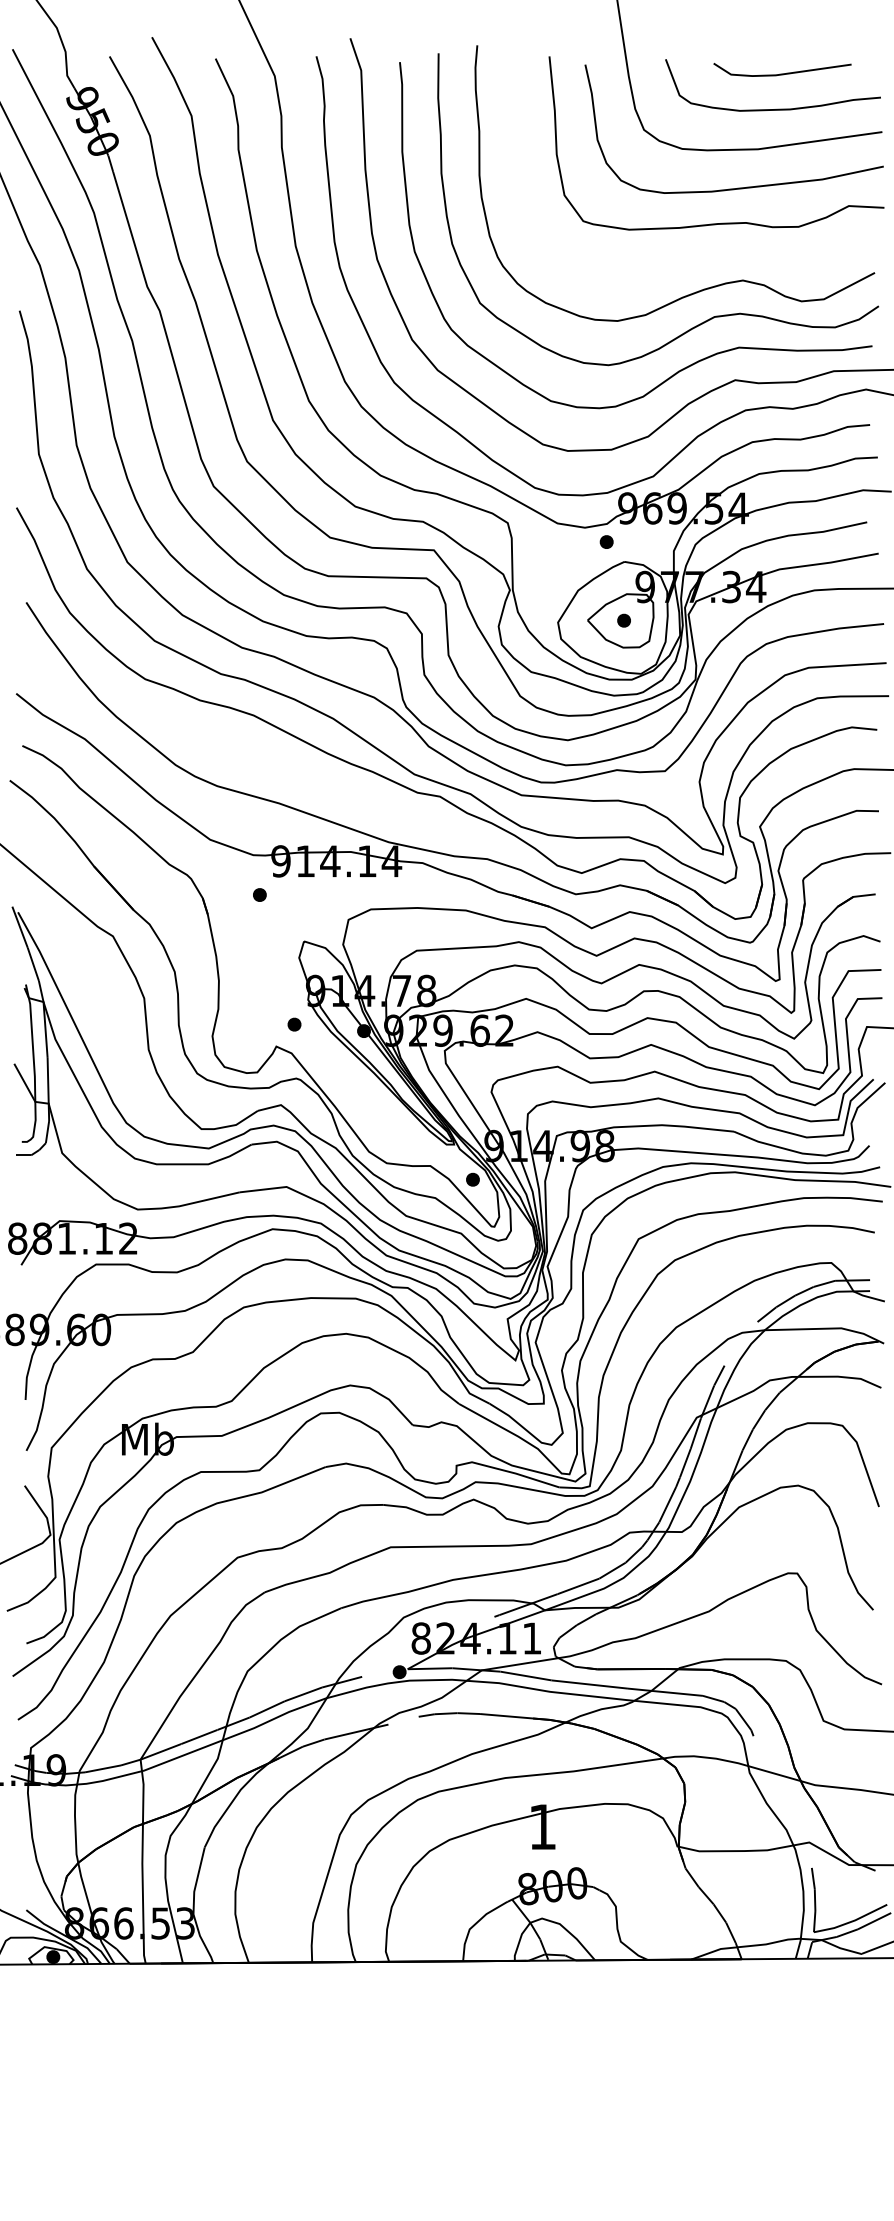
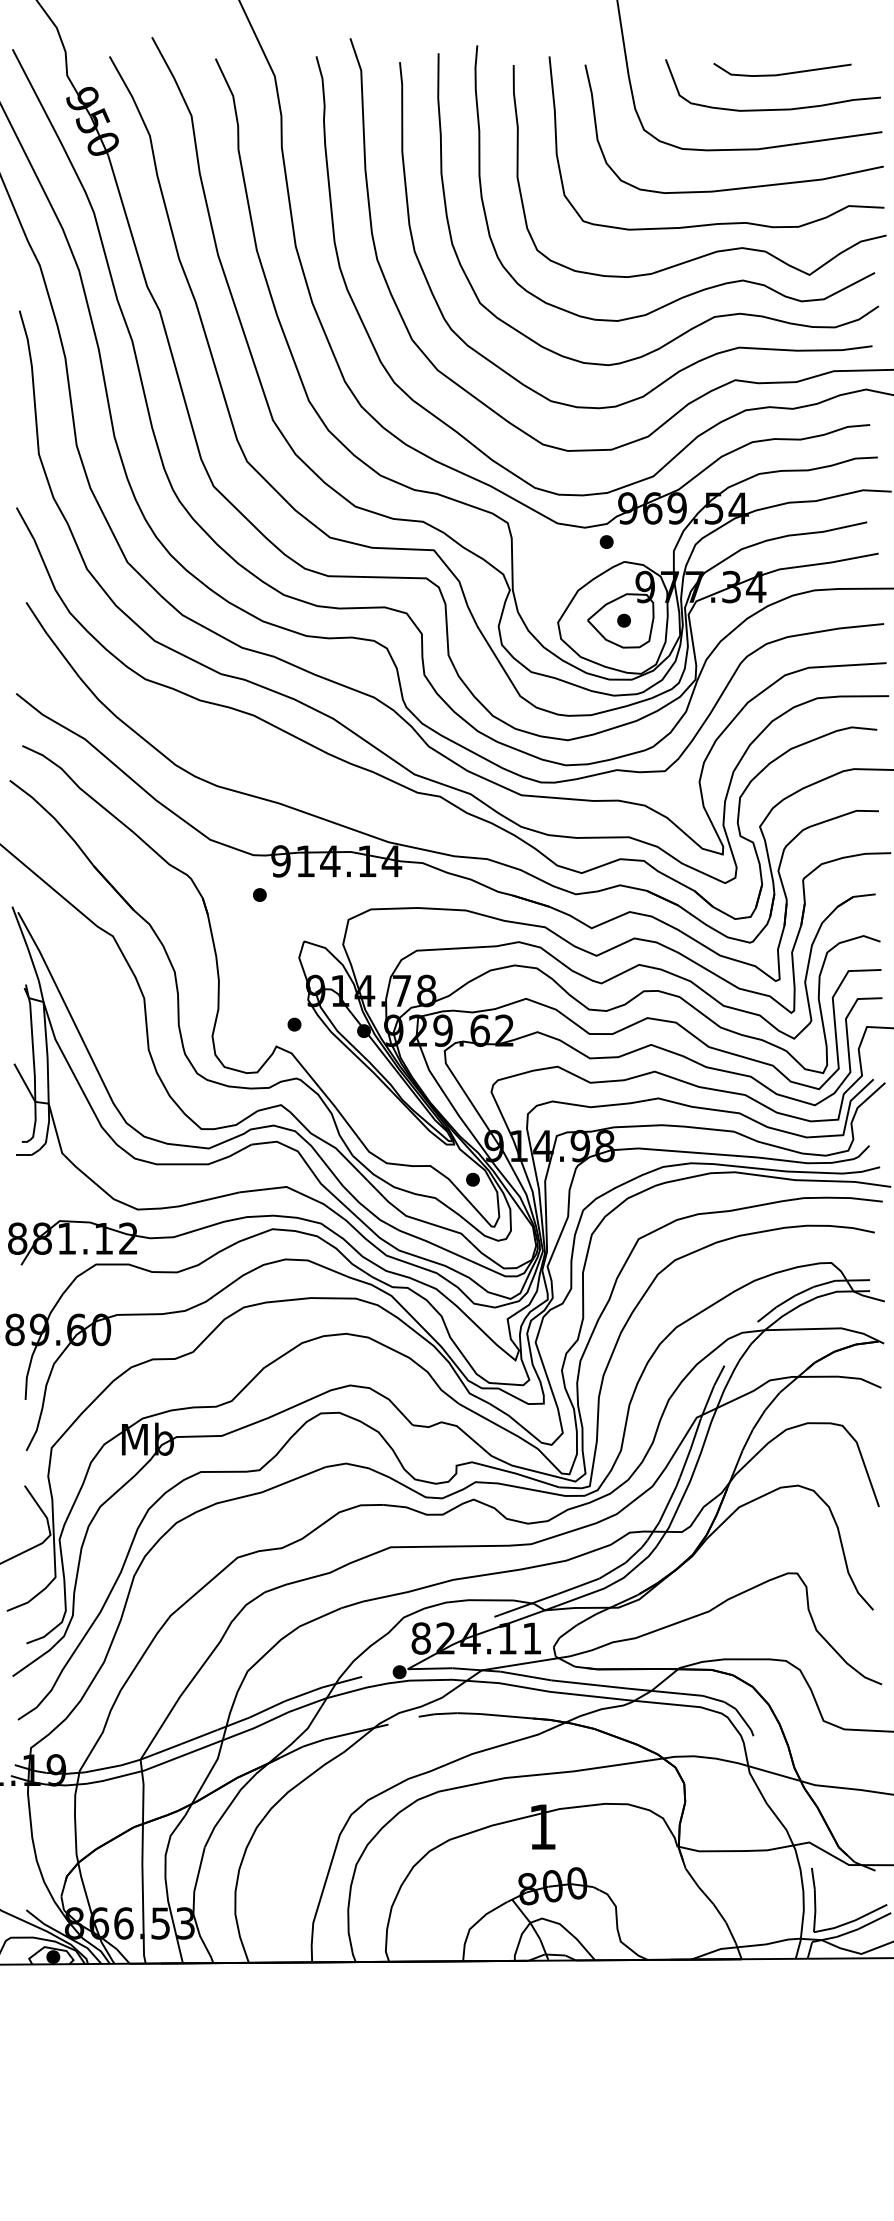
curve at (716, 250): none -> present
